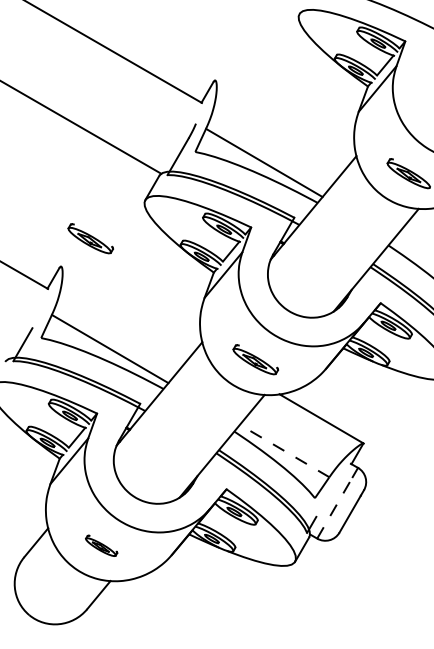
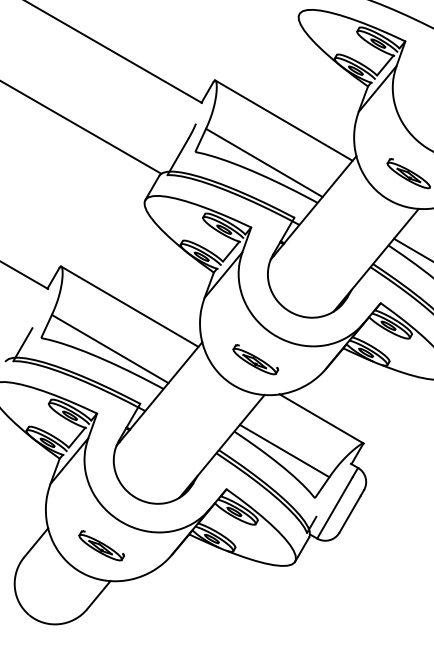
line at (283, 120): none -> present
part at (90, 238): present -> none
line at (412, 249): none -> present
line at (129, 306): none -> present
line at (284, 451): dashed -> solid
line at (335, 507): dashed -> solid
part at (101, 545) size: 34x23 px -> 47x32 px
